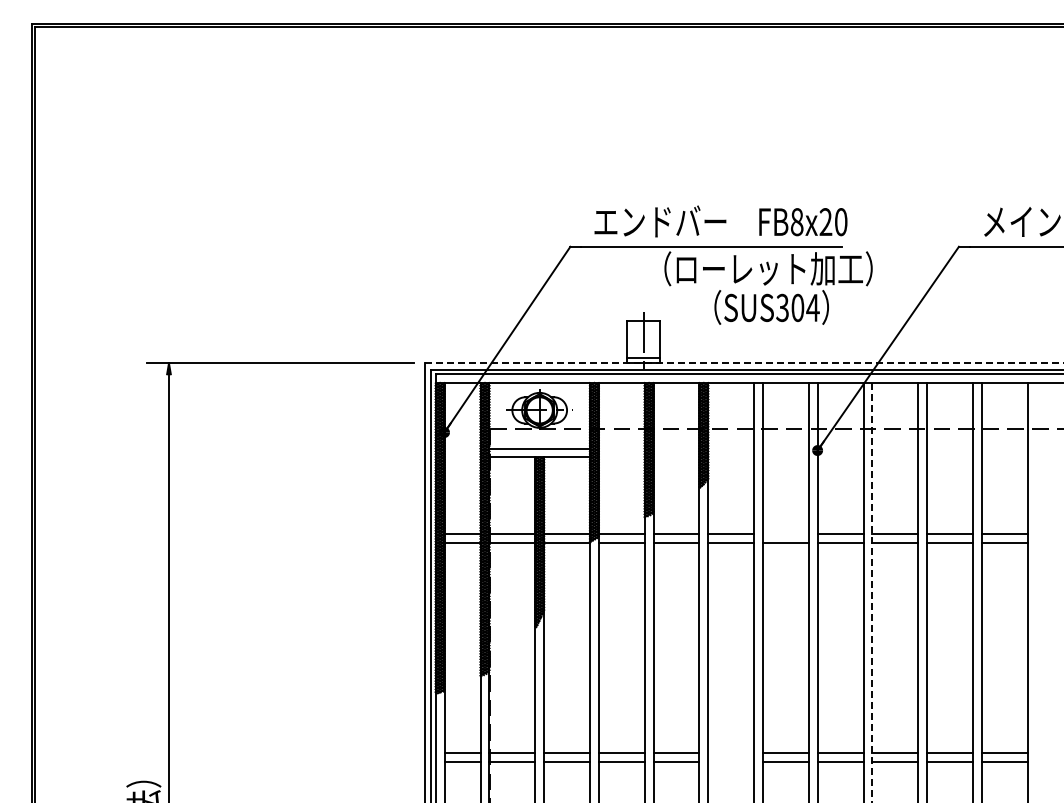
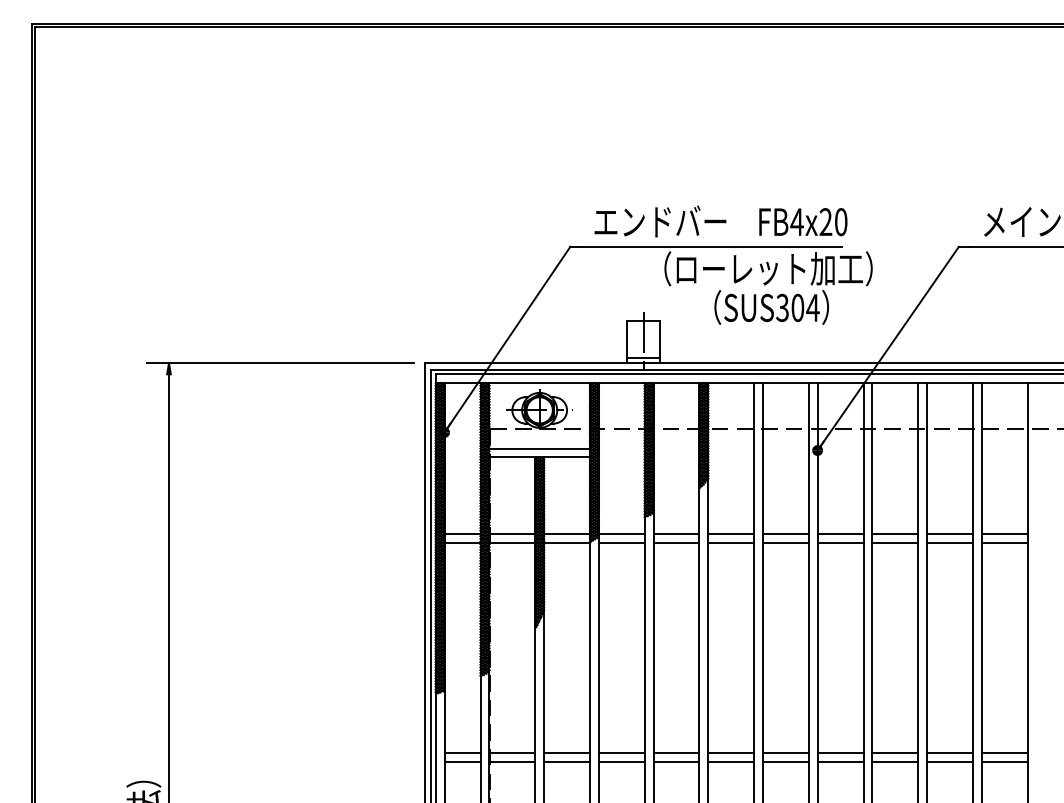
text at (796, 222): FB8x20 -> FB4x20
line at (744, 363): dashed -> solid
line at (785, 534): none -> present
line at (872, 592): dashed -> solid
line at (731, 752): none -> present
line at (731, 761): none -> present
